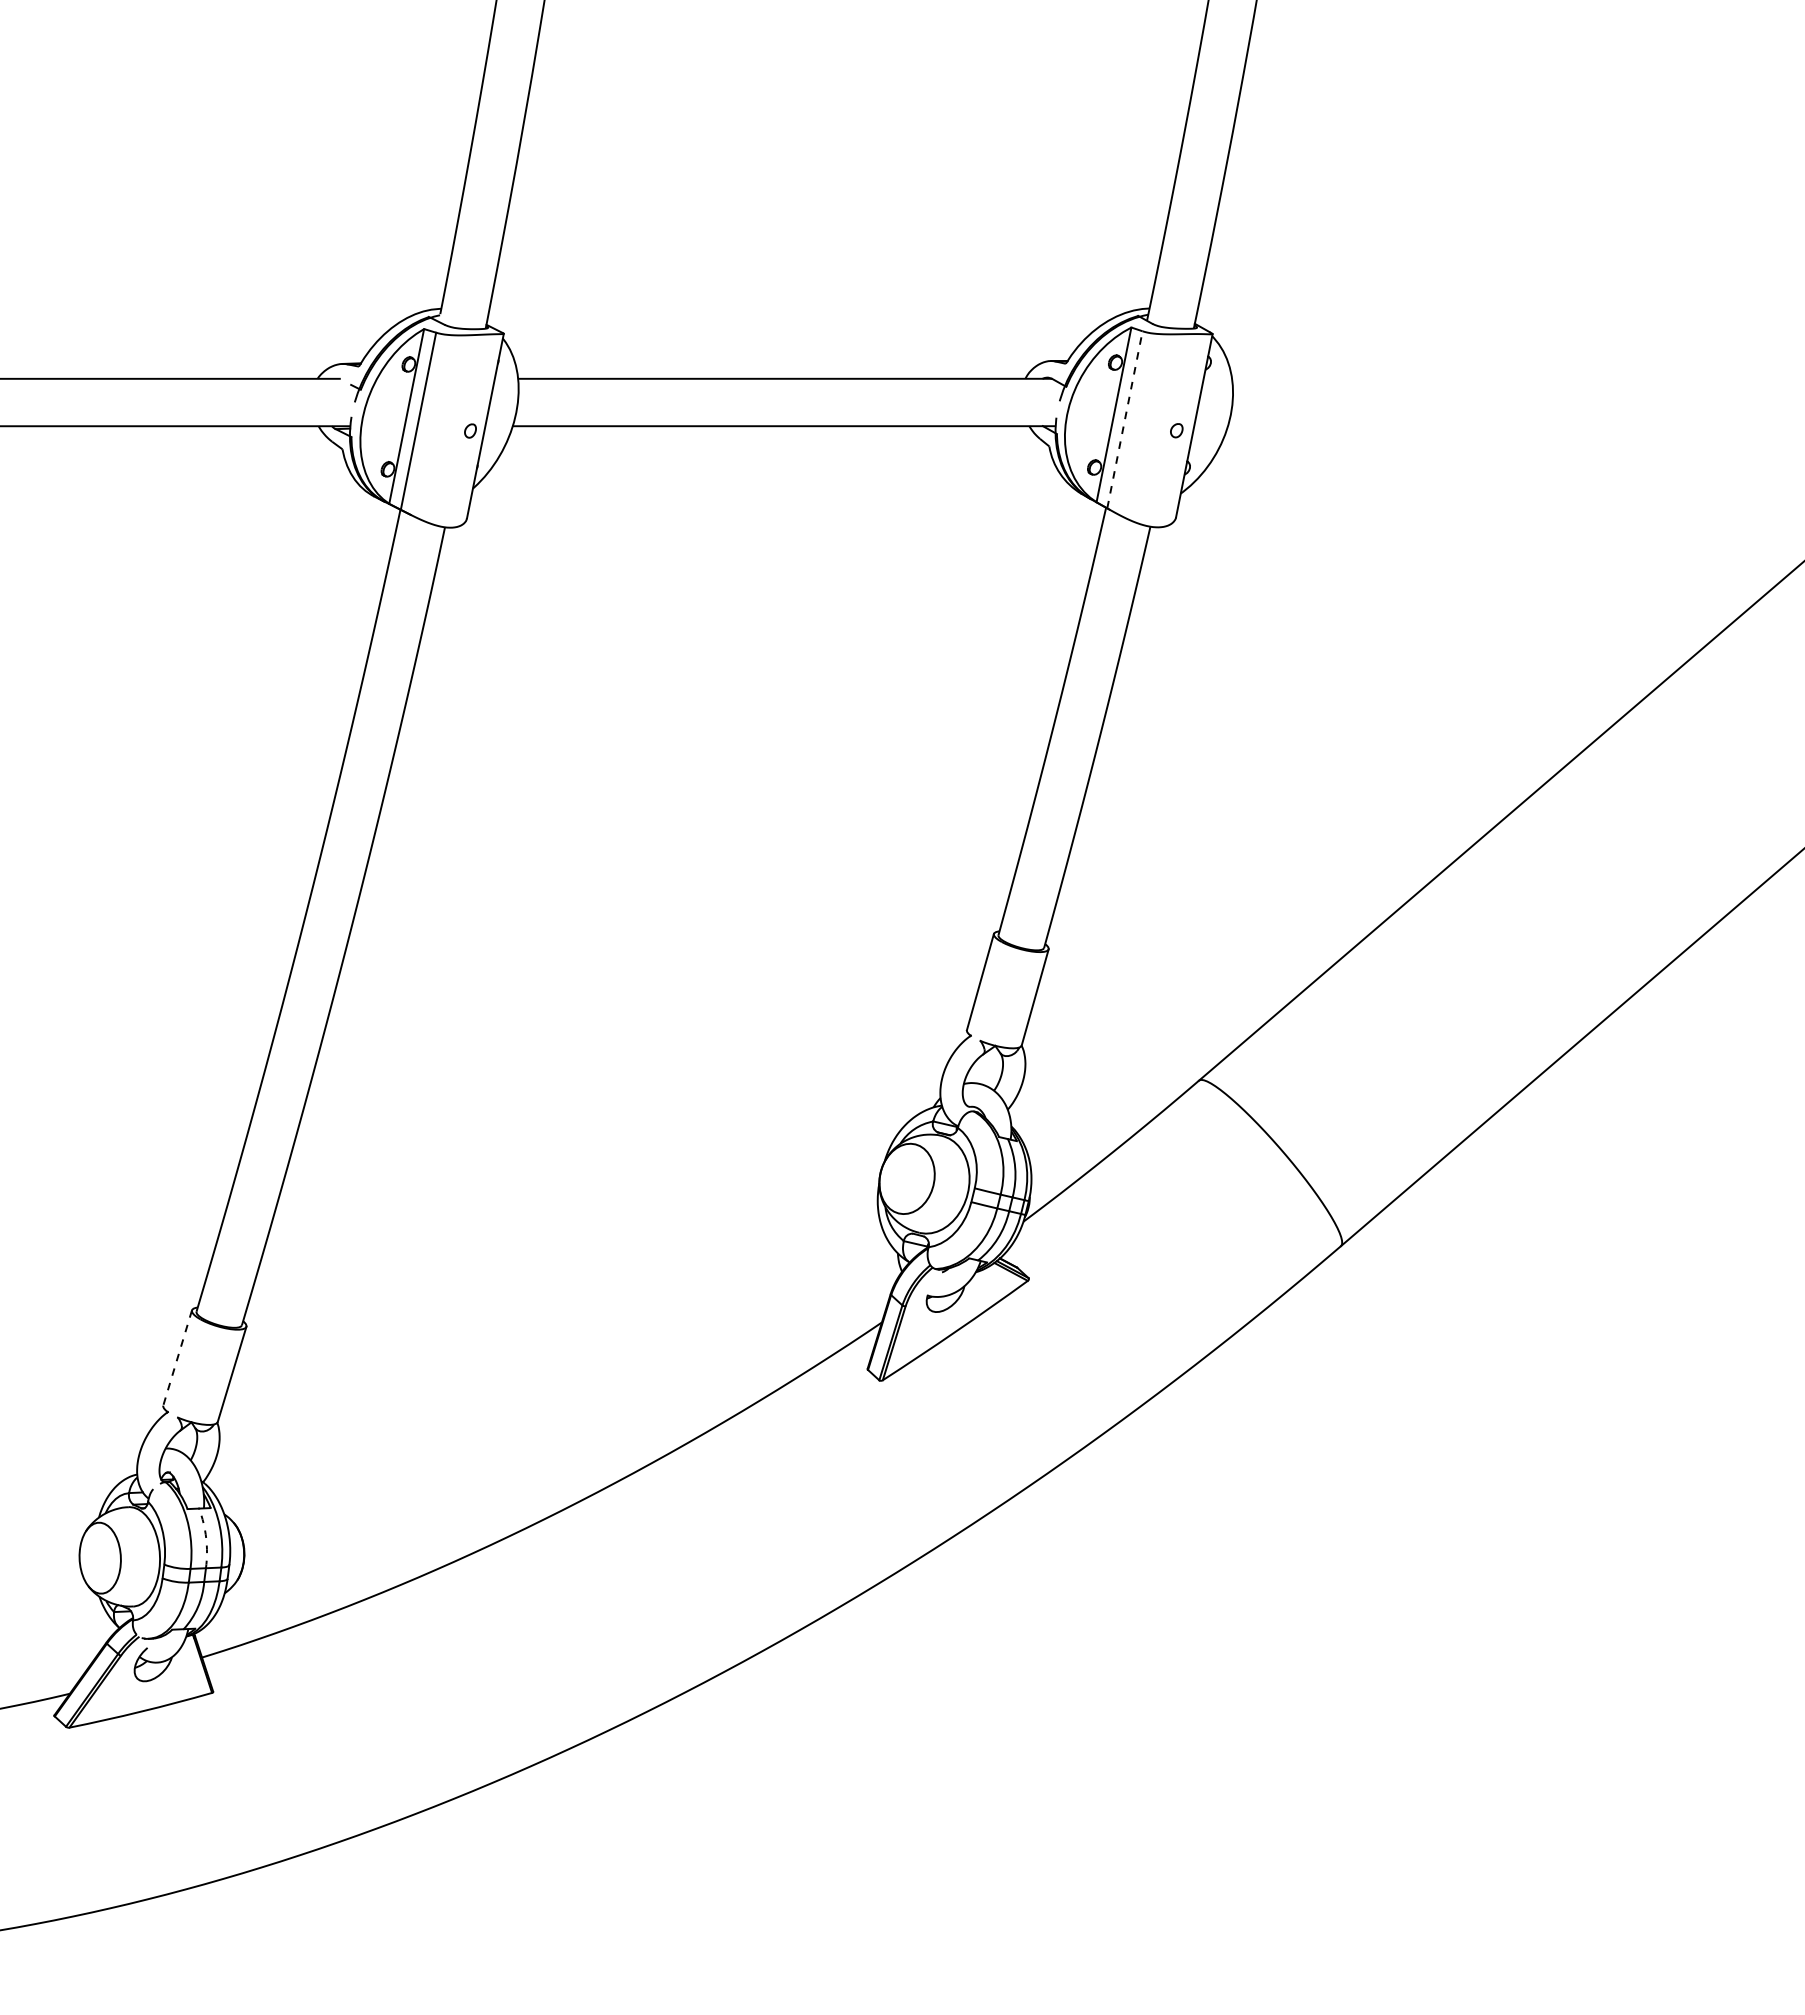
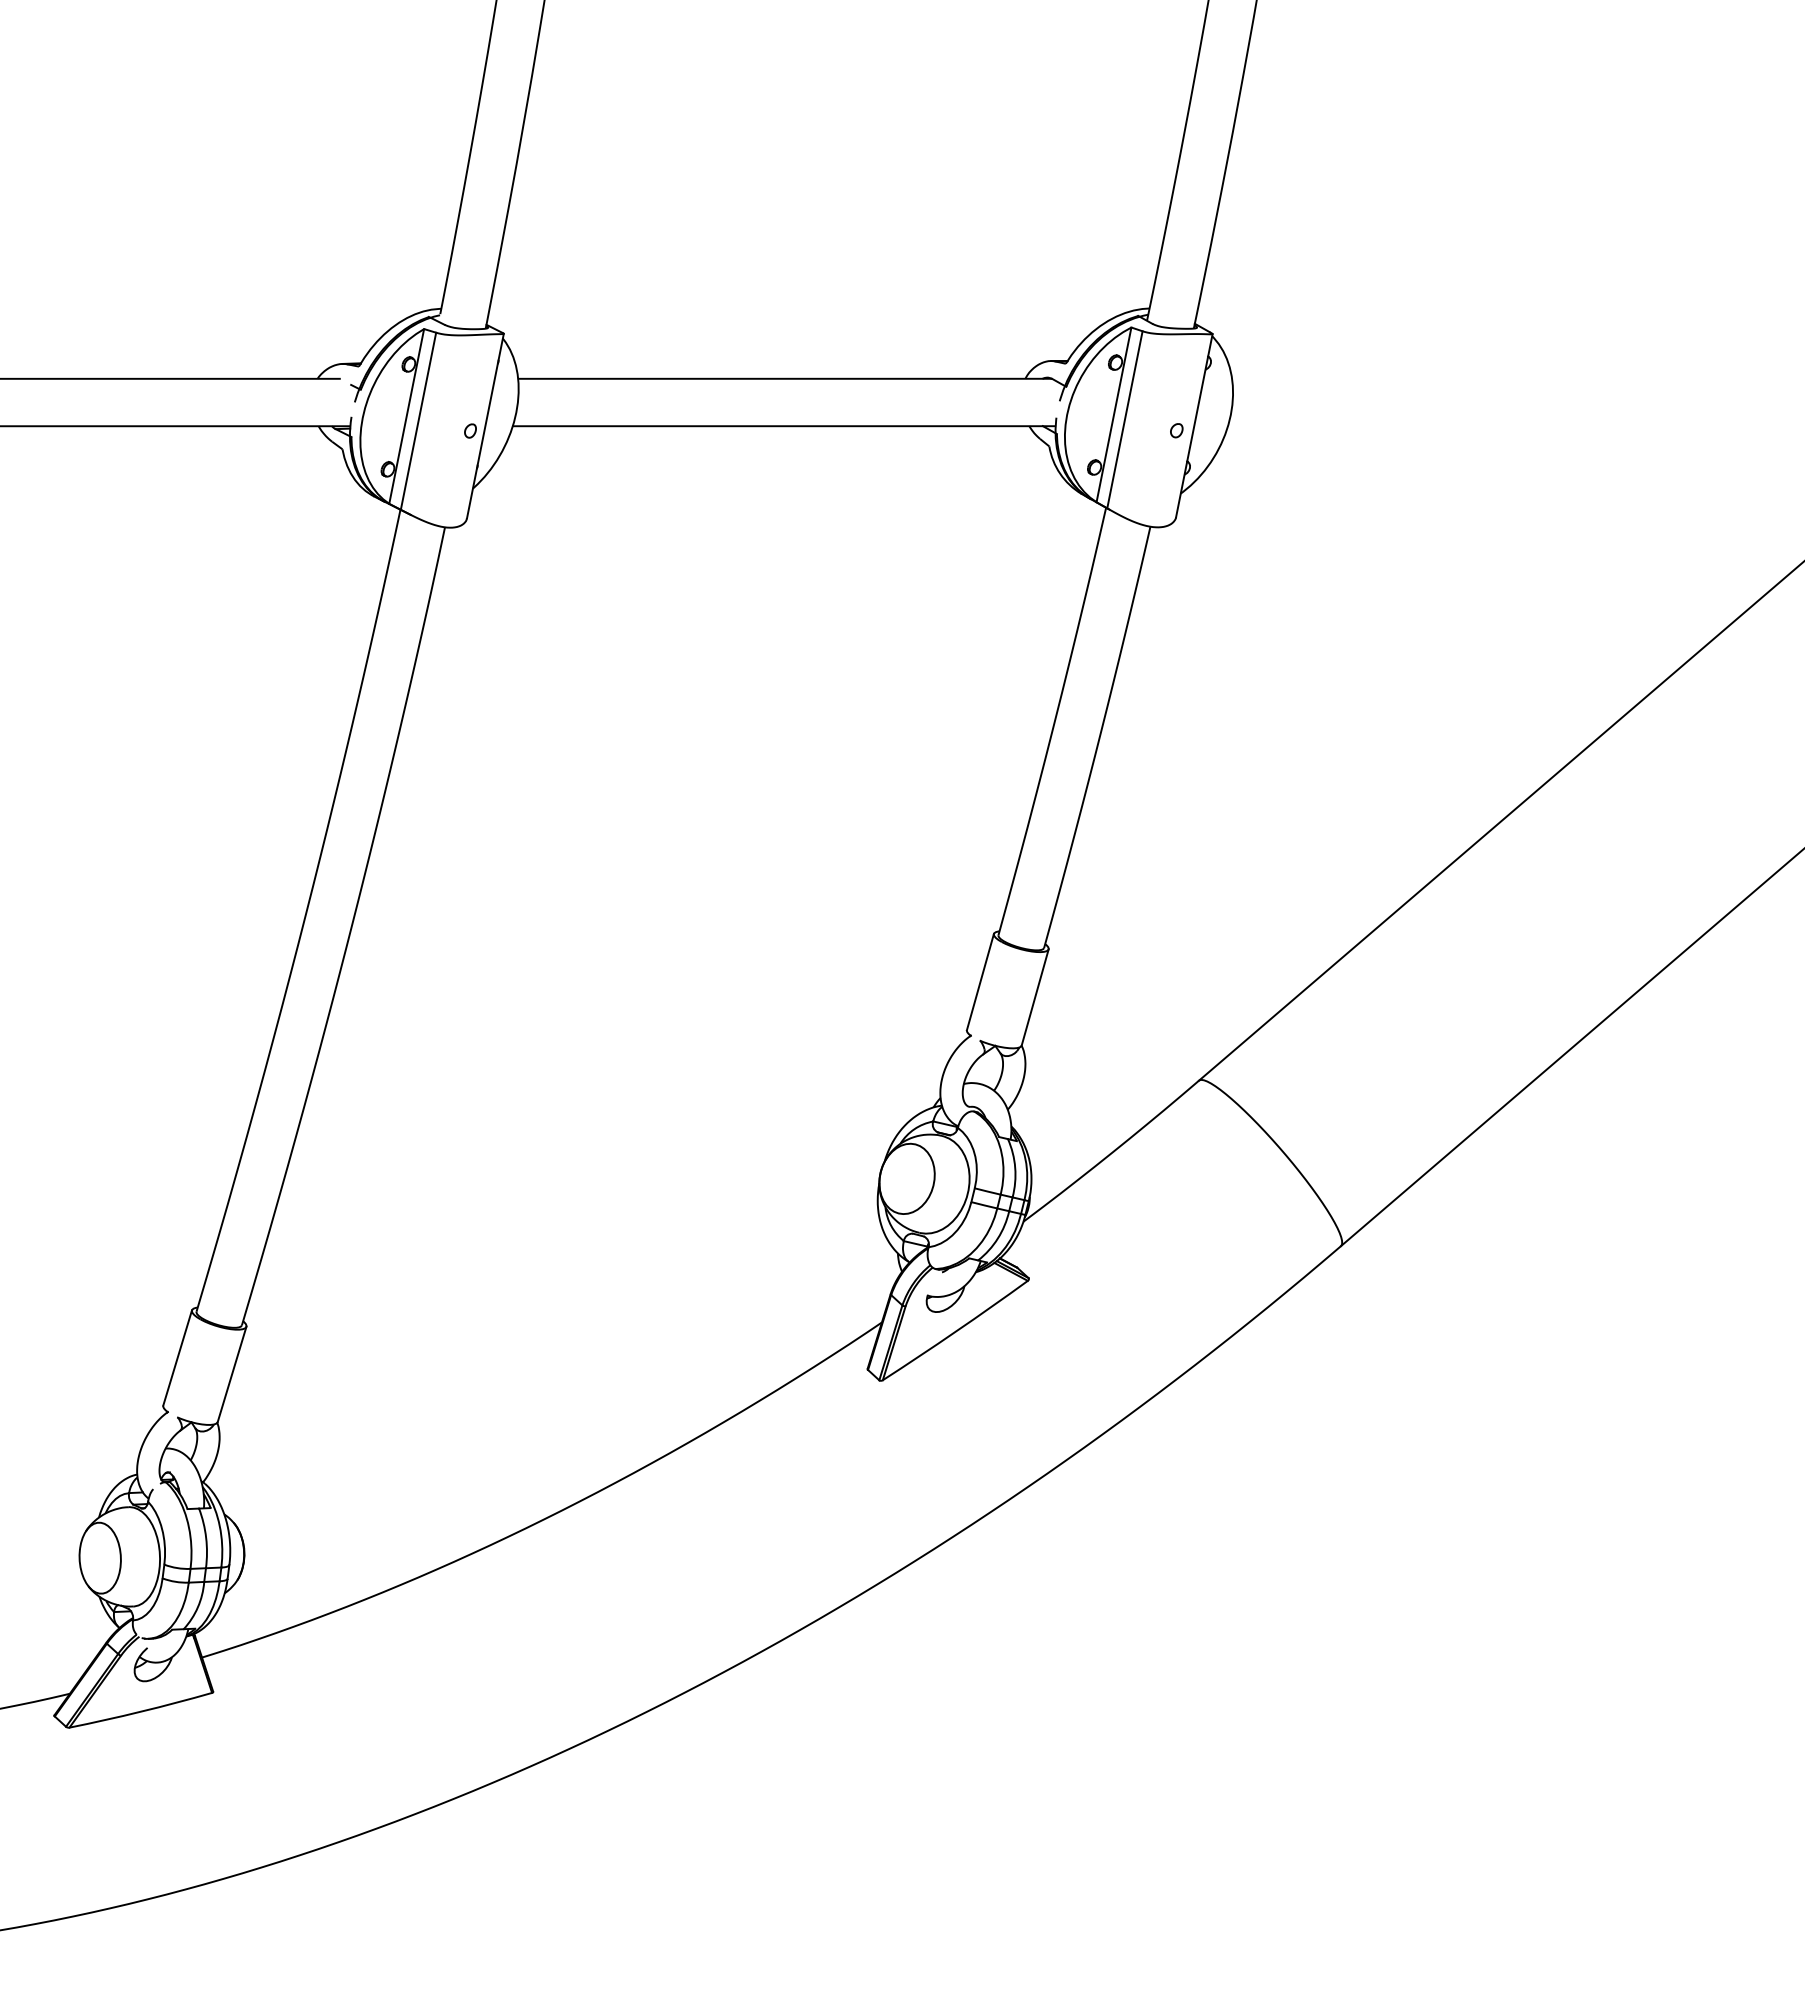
line at (1125, 419): dashed -> solid
line at (177, 1357): dashed -> solid
arc at (206, 1537): dashed -> solid
